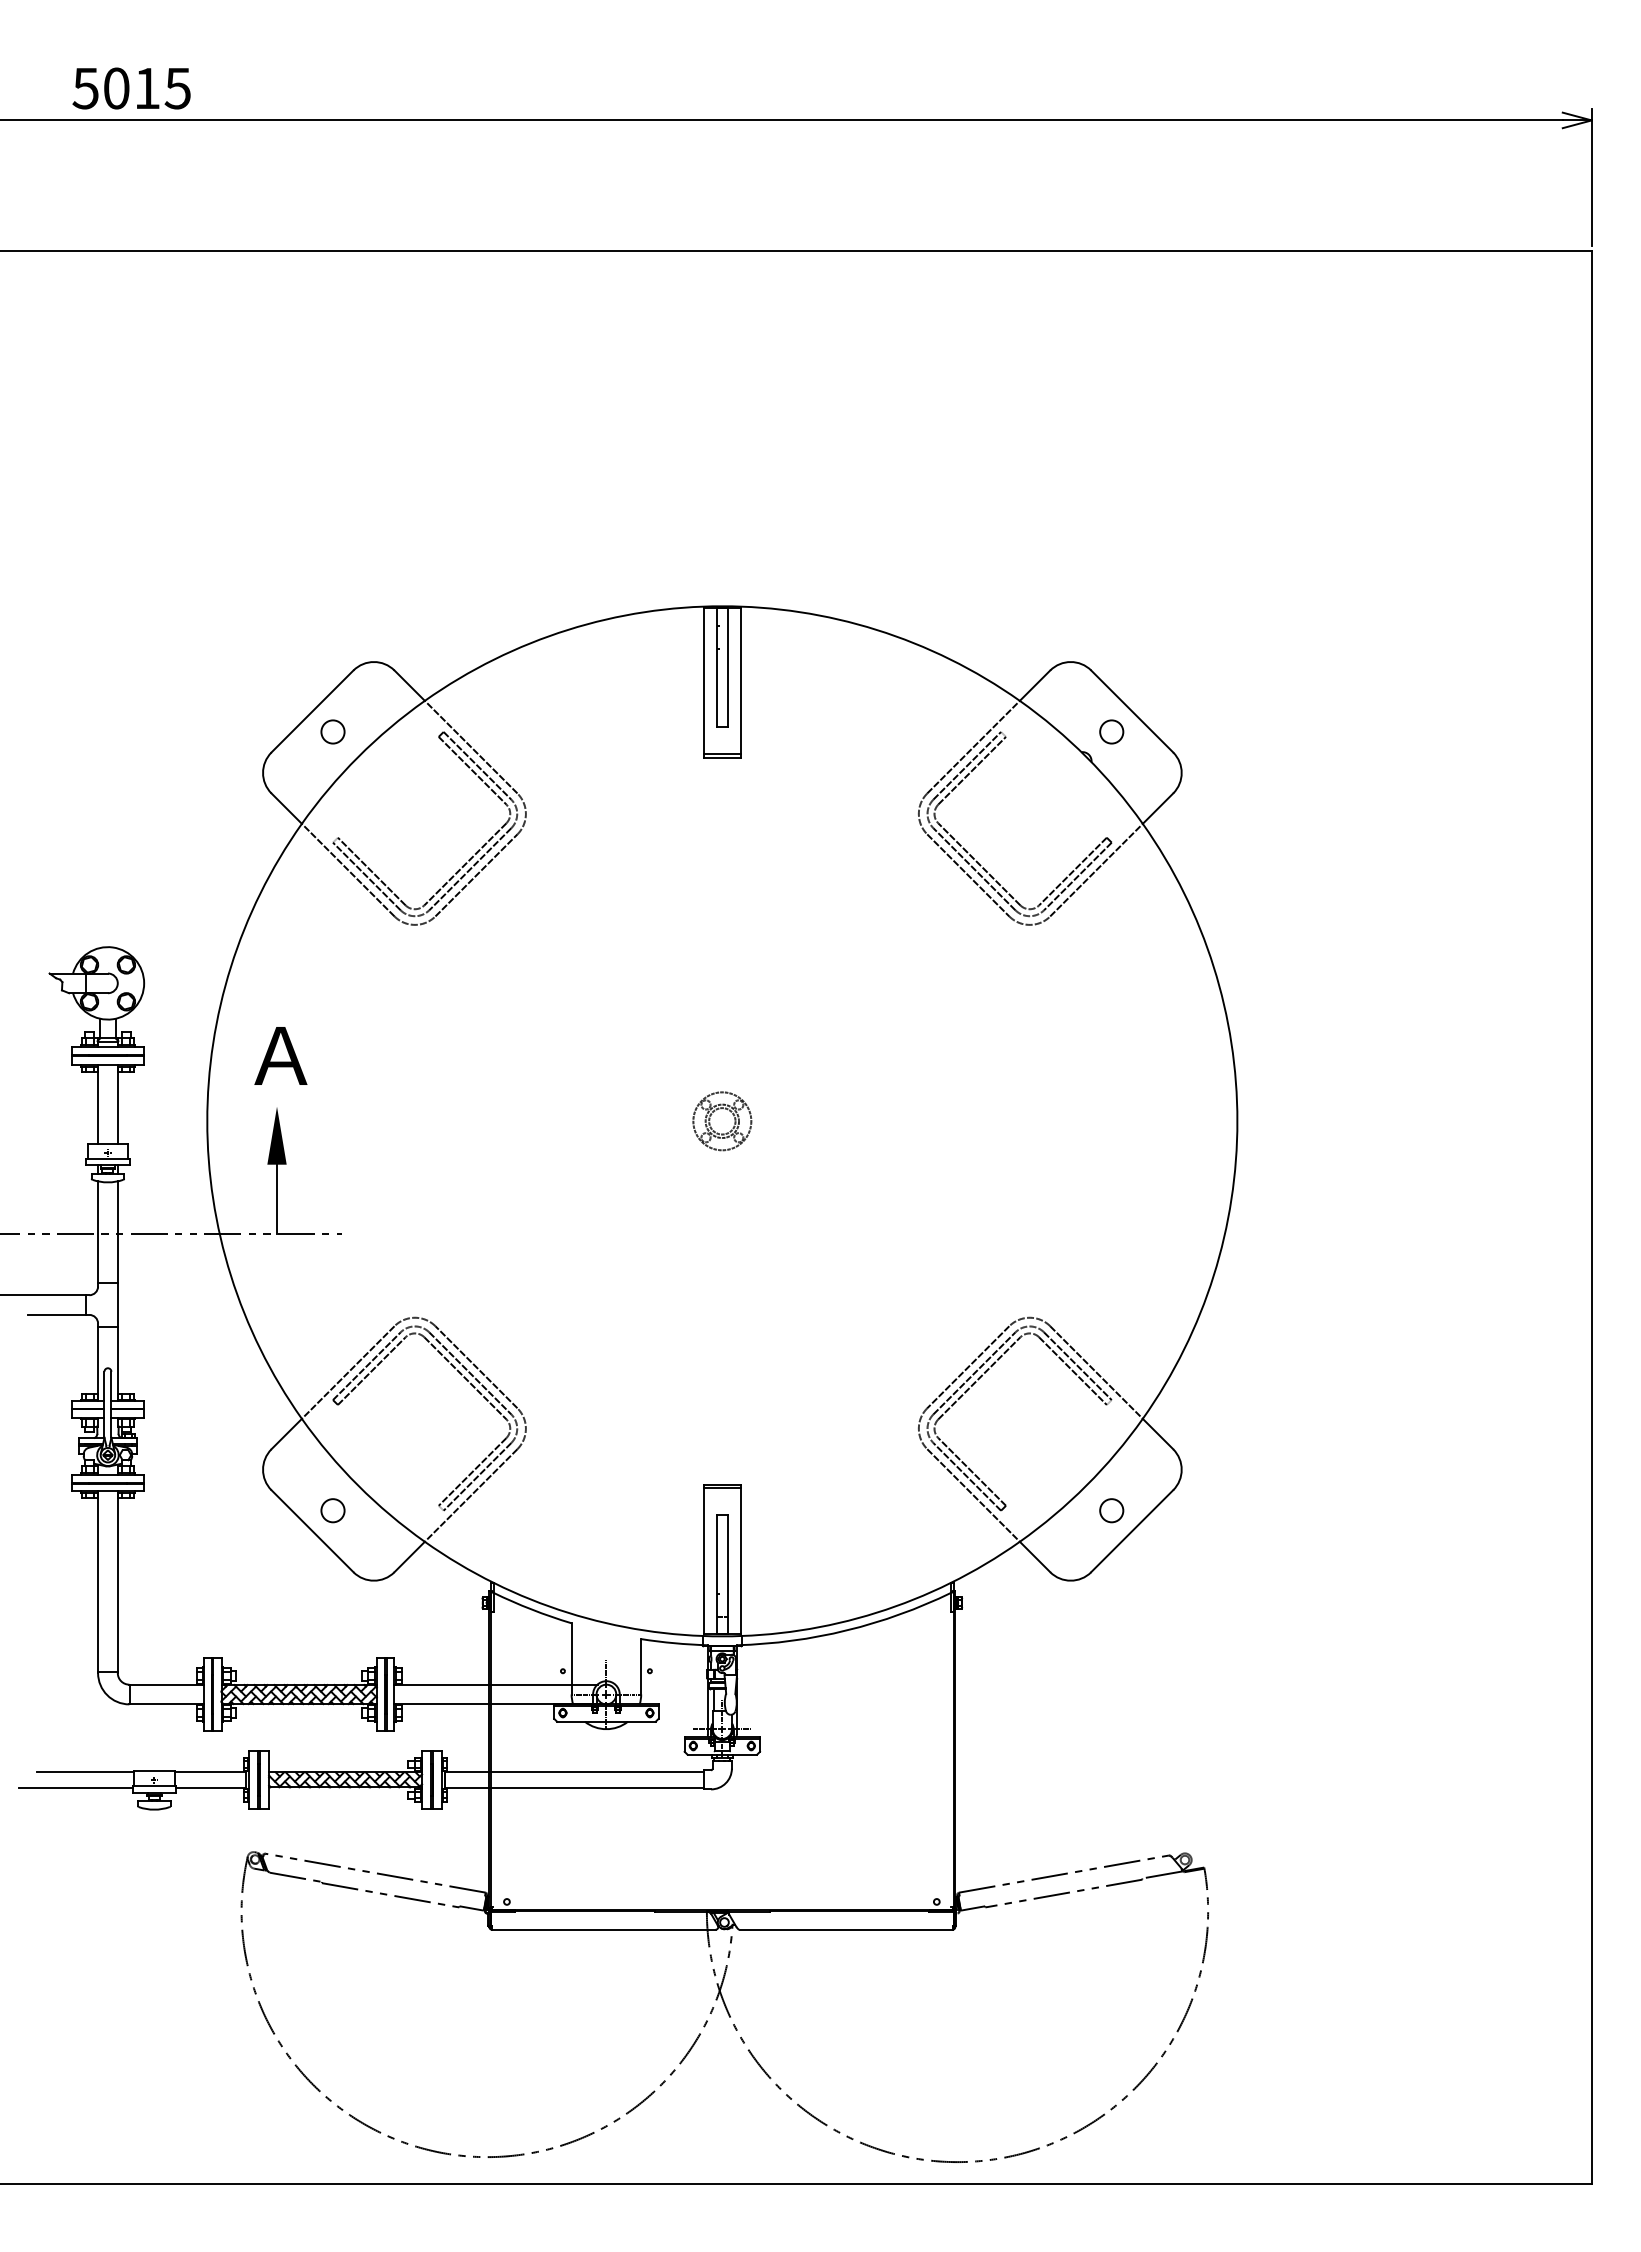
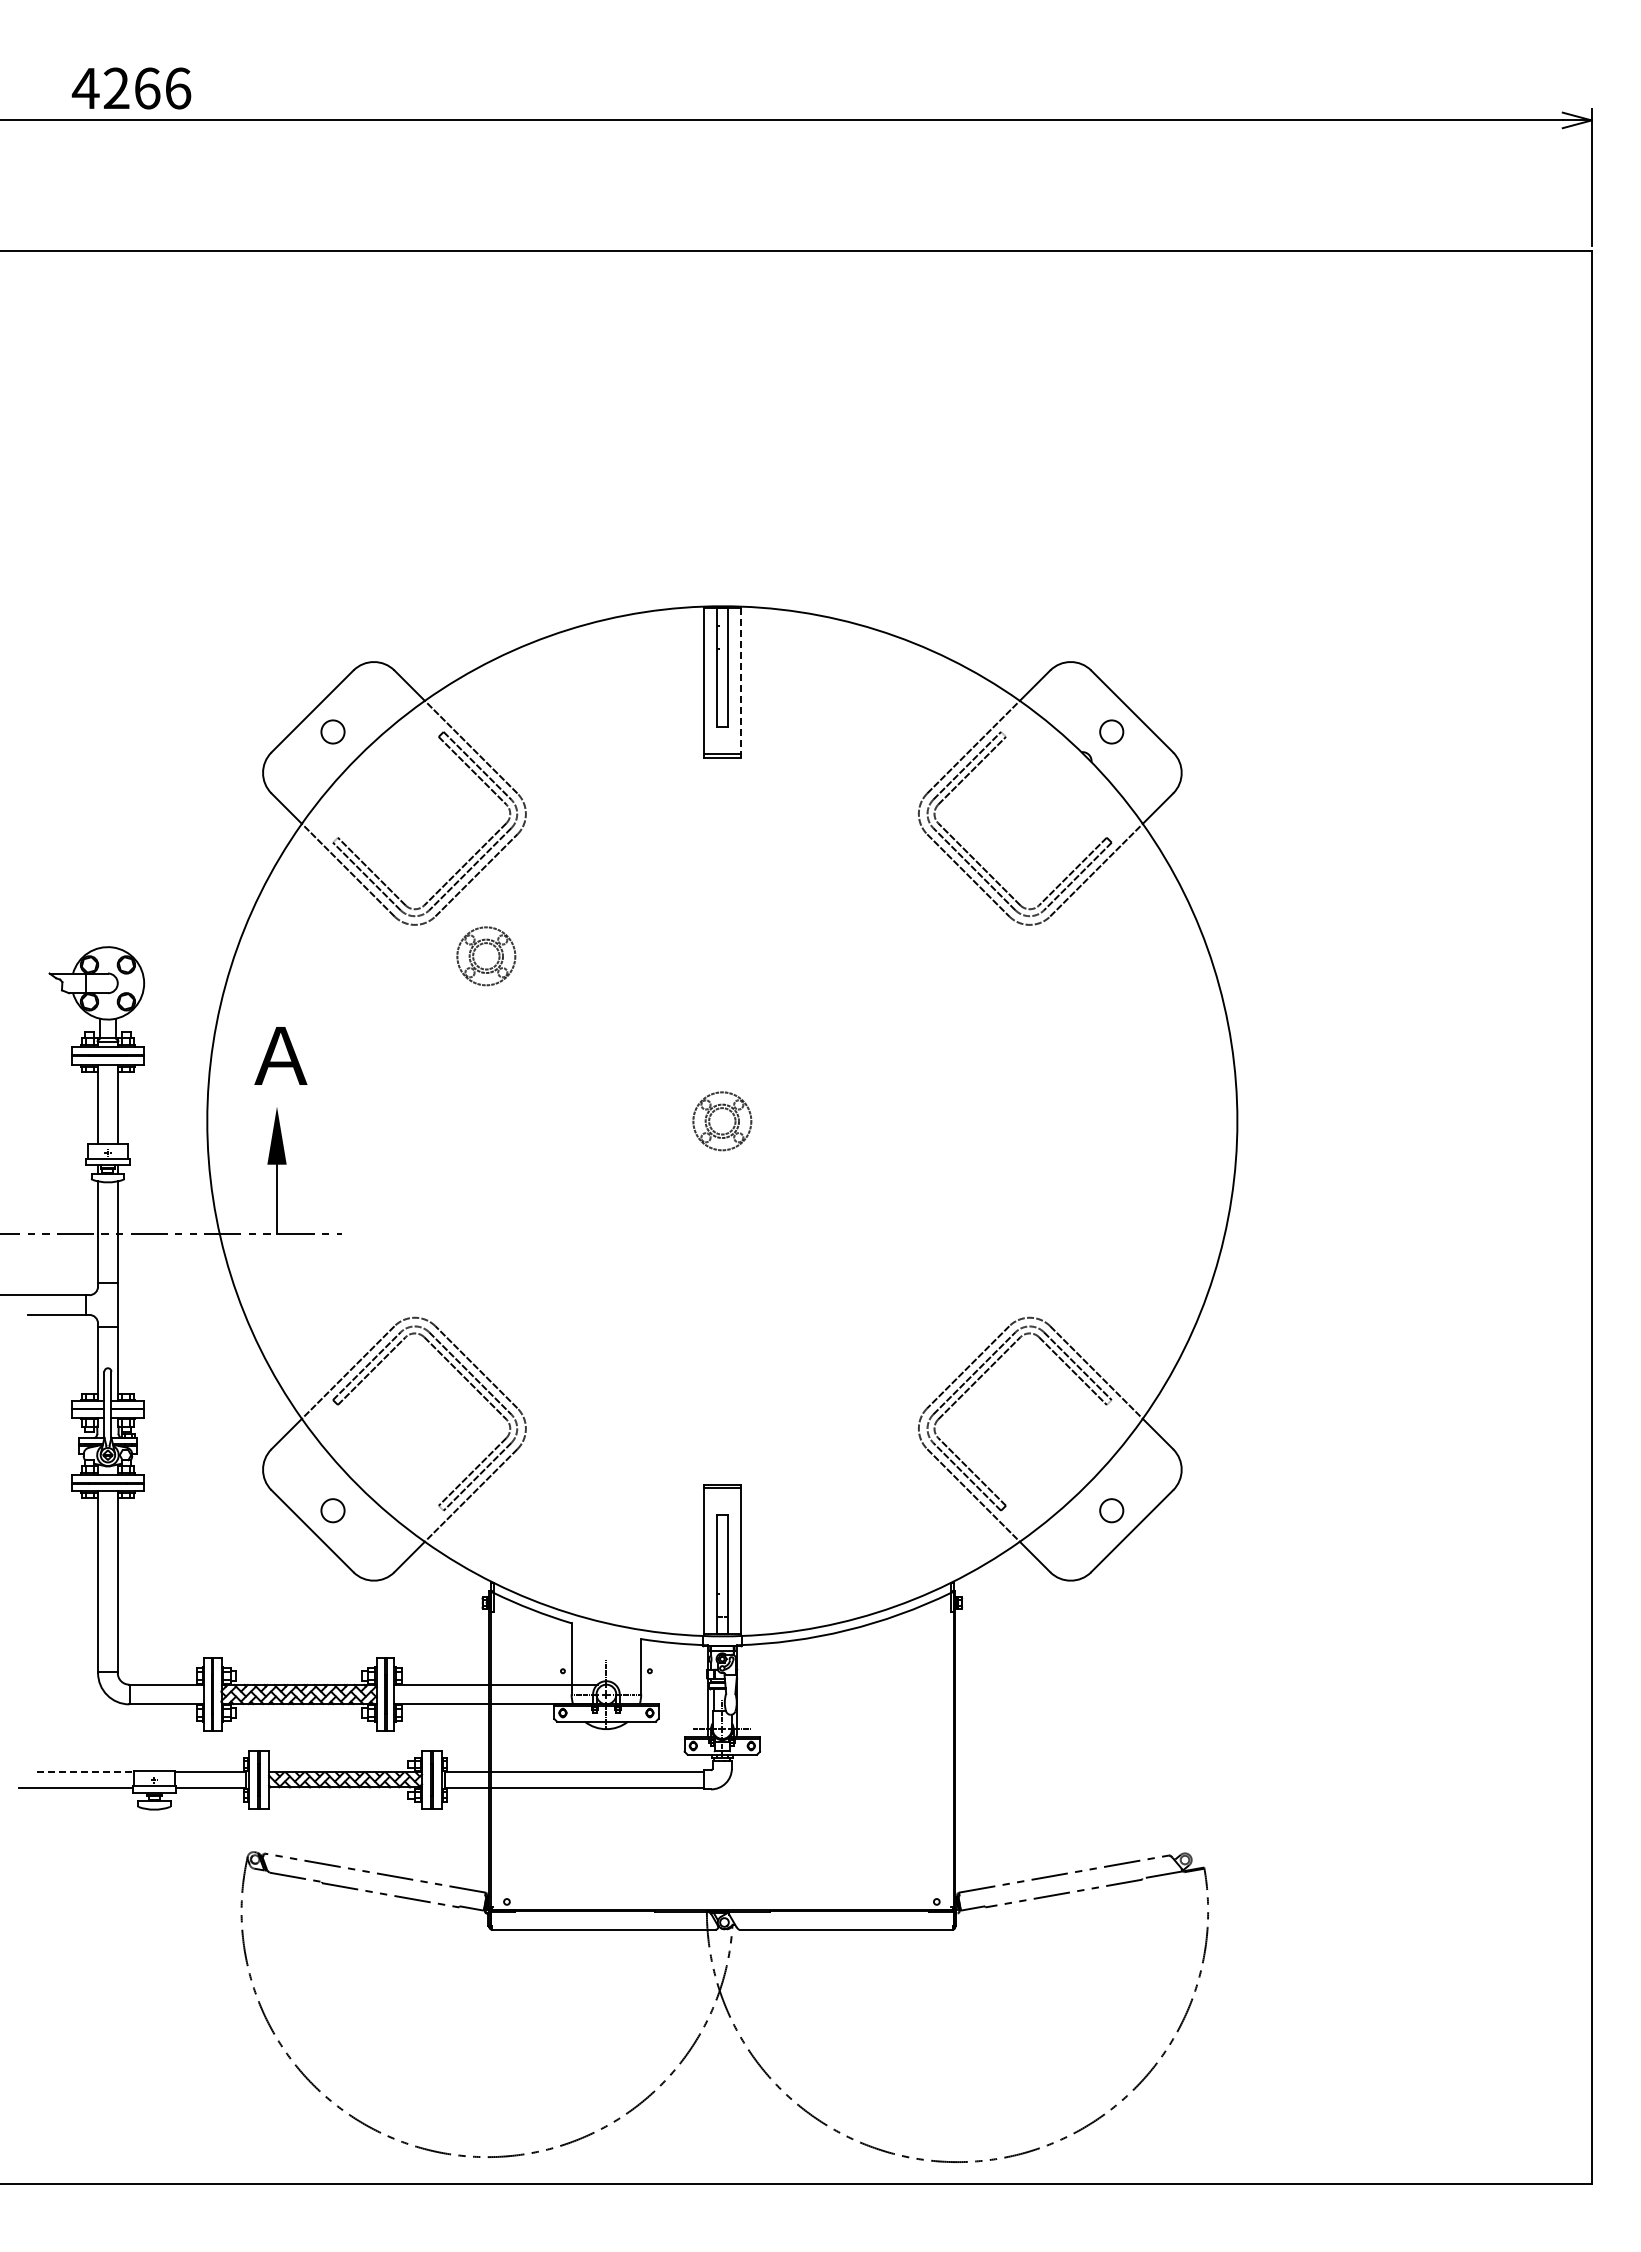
text at (131, 88): 5015 -> 4266
line at (741, 682): solid -> dashed
part at (490, 967): none -> present
line at (86, 1771): solid -> dashed
